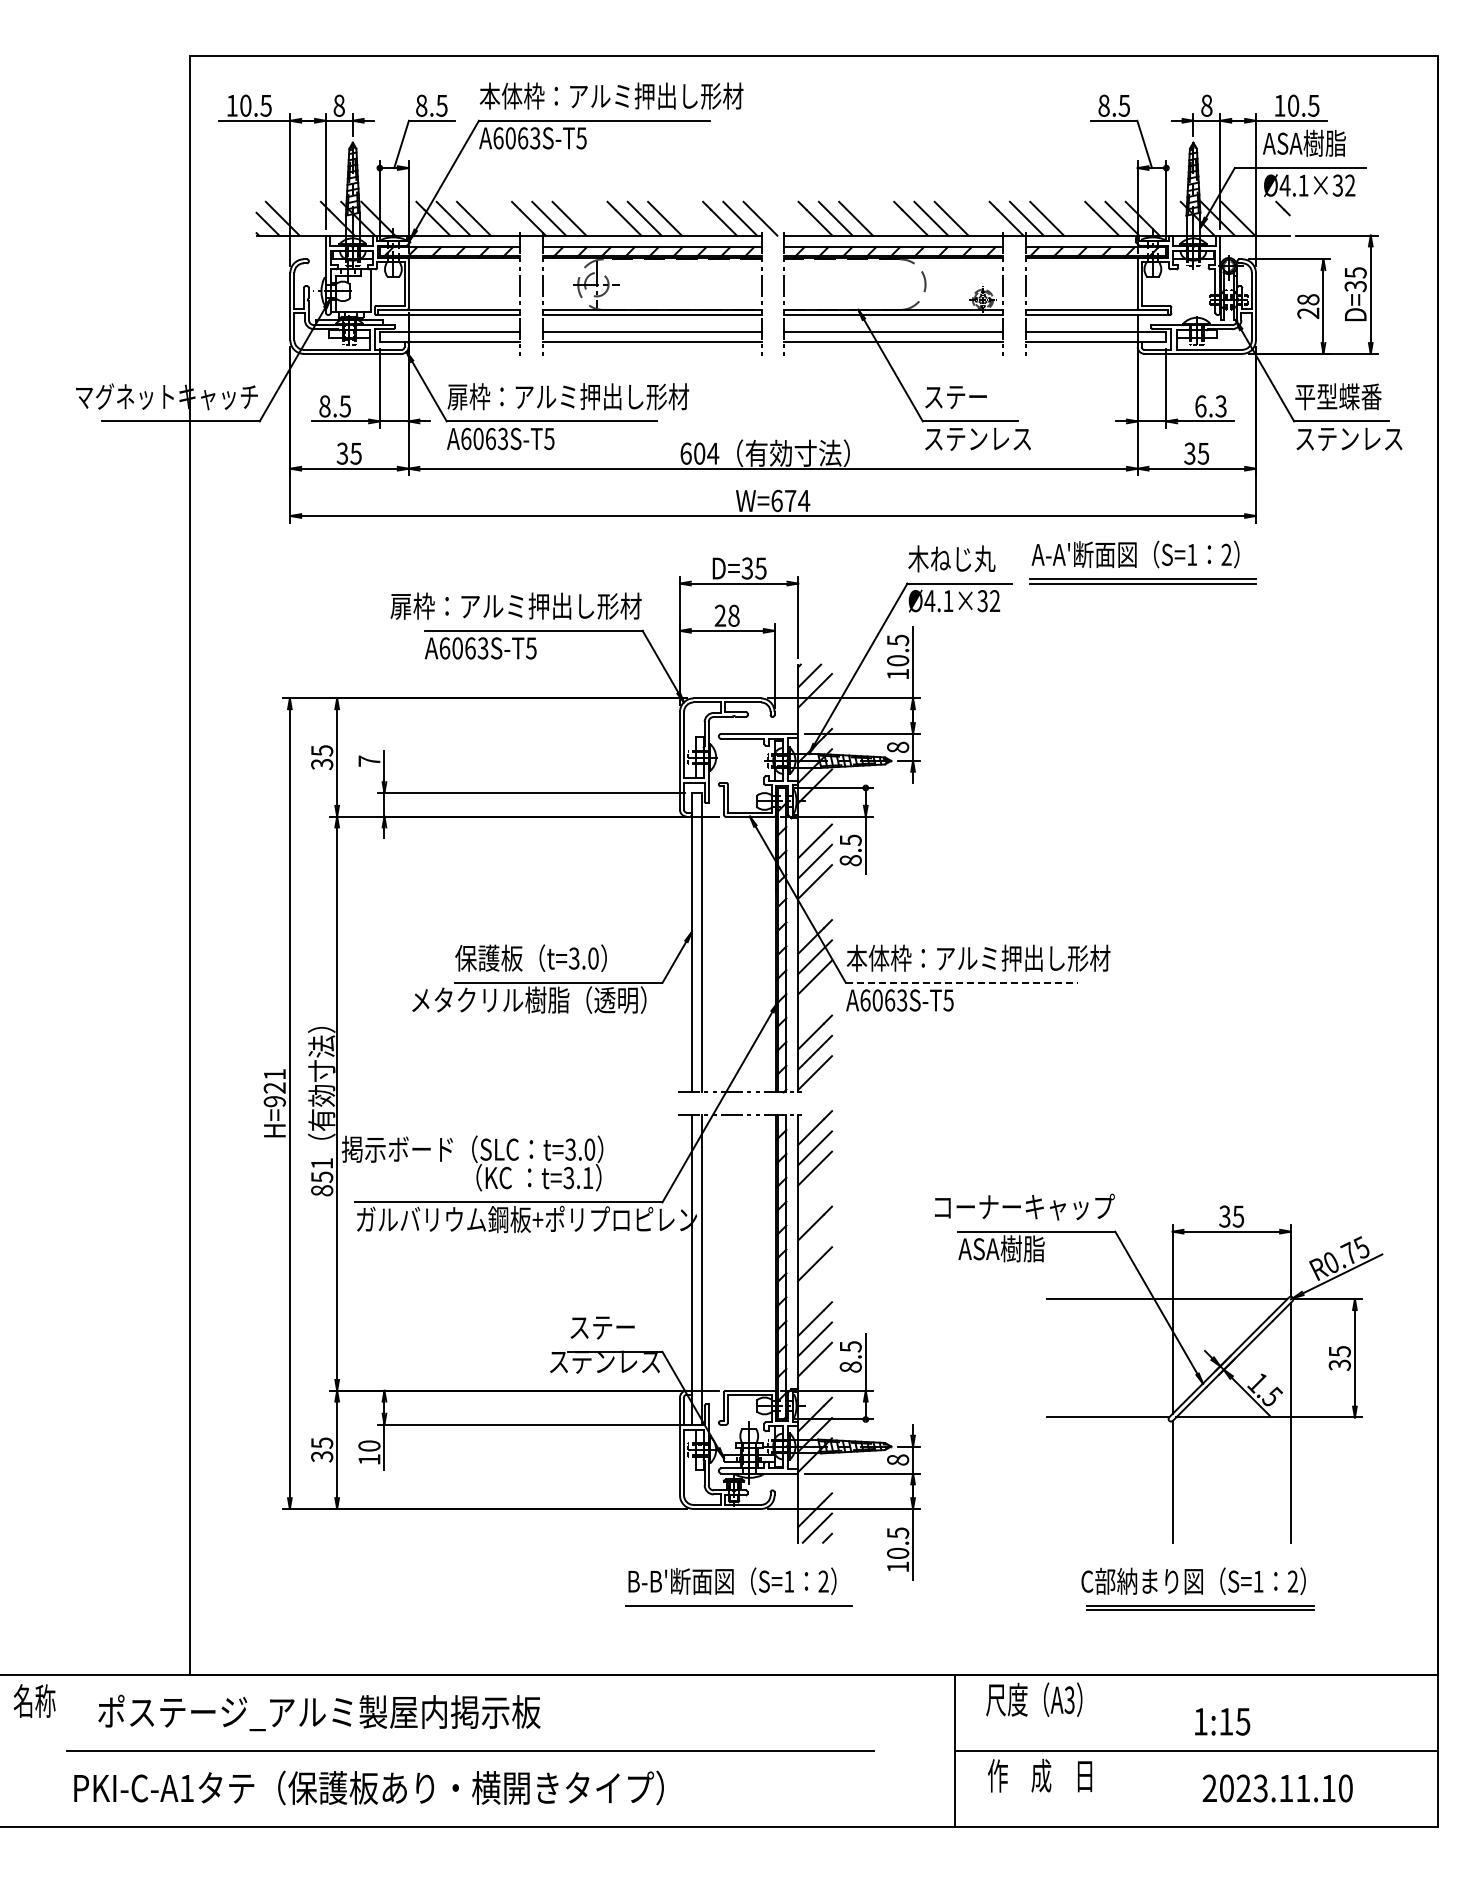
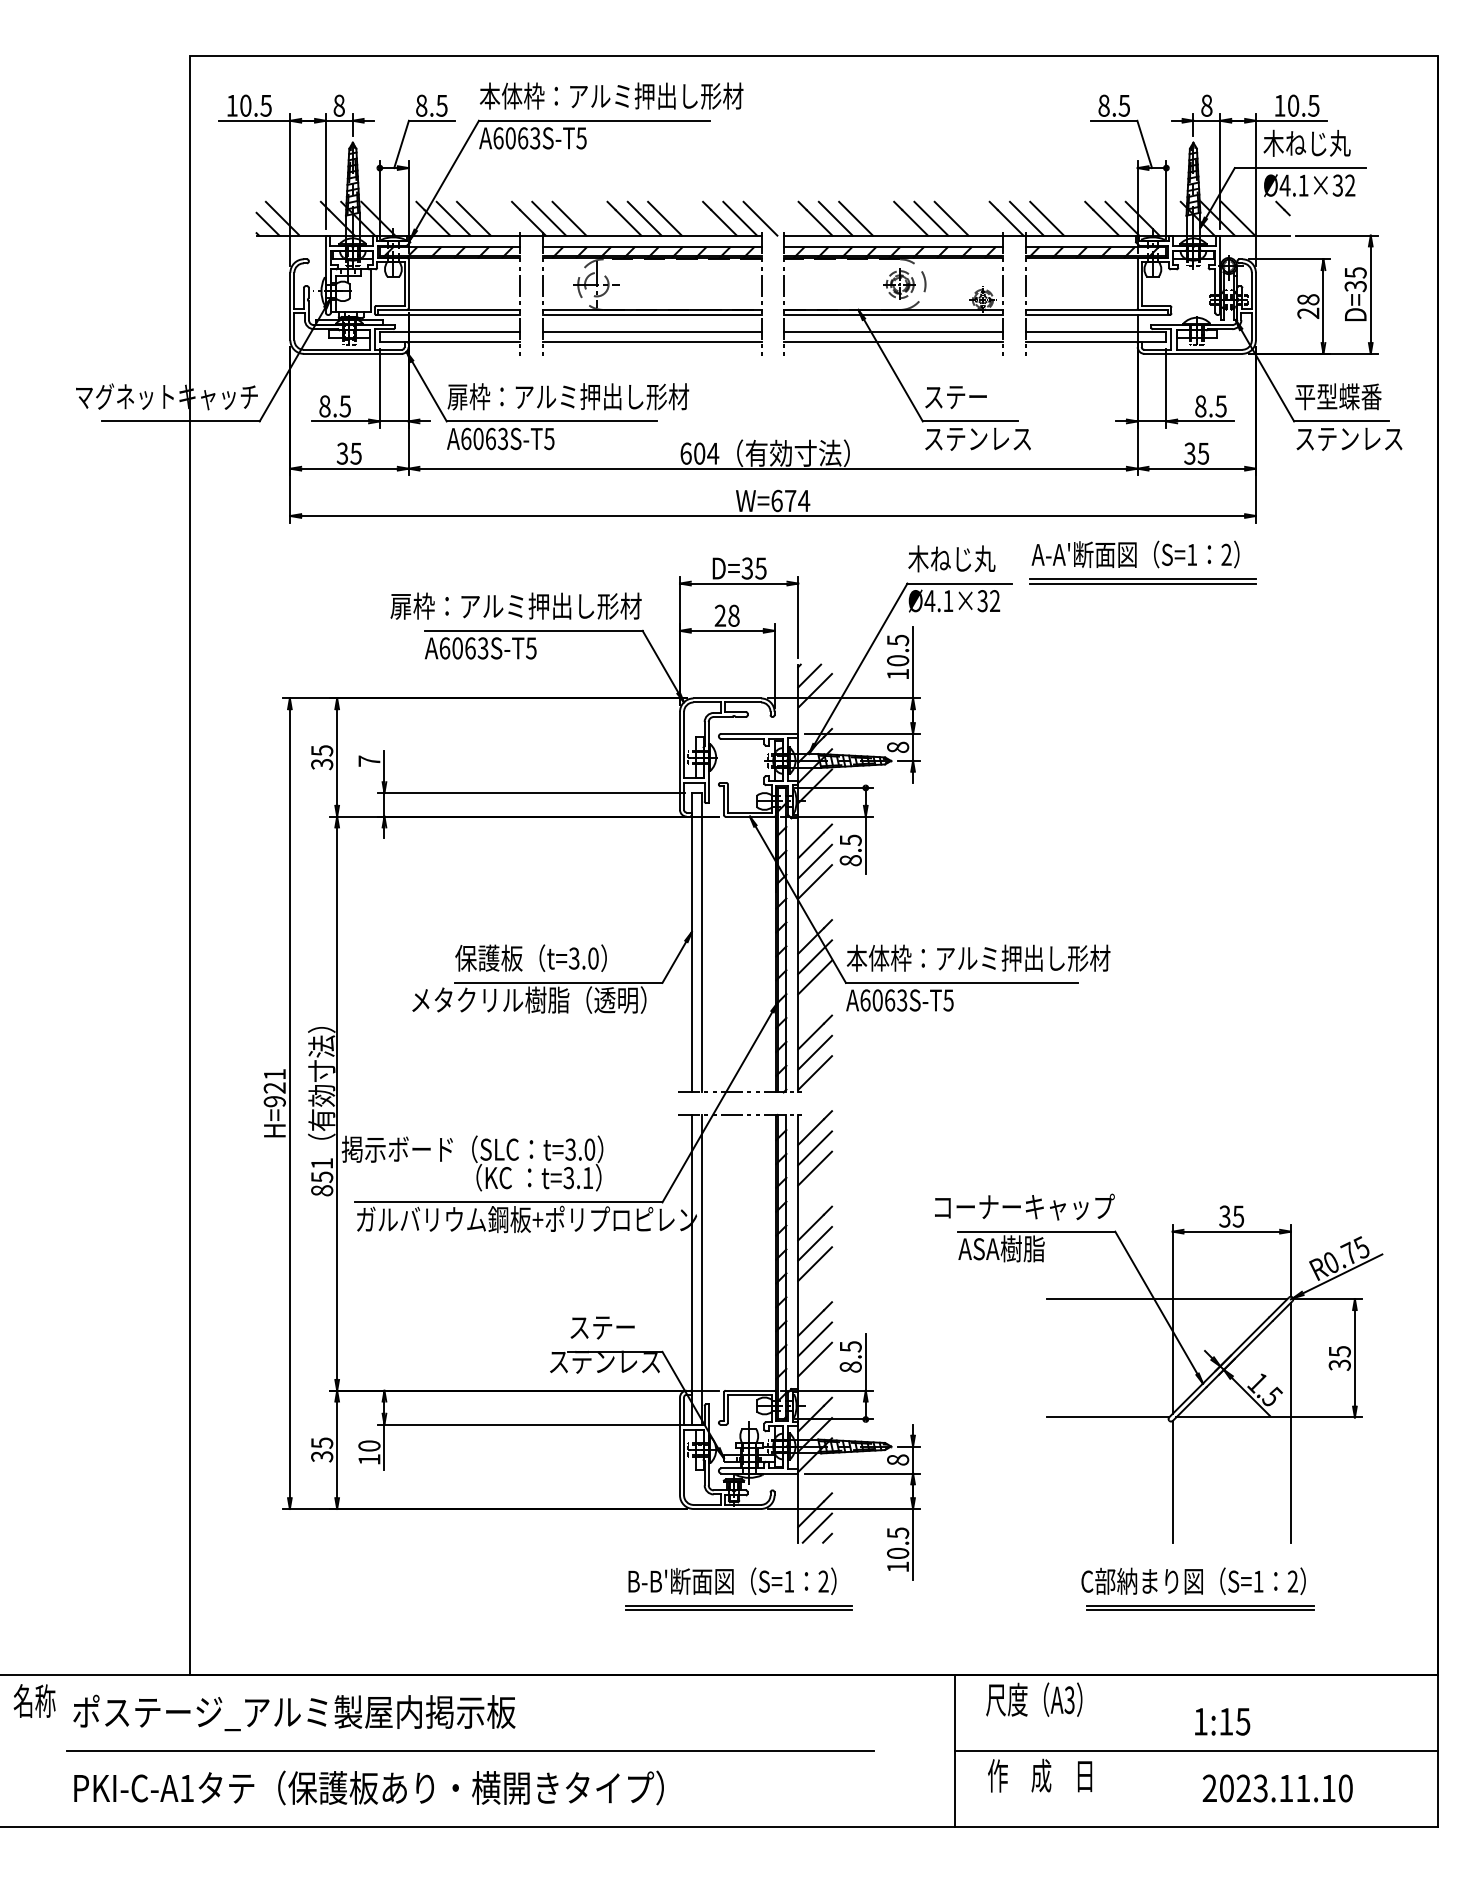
text at (1306, 142): ASA樹脂 -> 木ねじ丸
part at (899, 283): none -> present
text at (1210, 406): 6.3 -> 8.5
line at (962, 982): dashed -> solid
line at (815, 1243): none -> present
line at (738, 1610): none -> present
text at (319, 1712) position: (319, 1712) -> (294, 1712)
